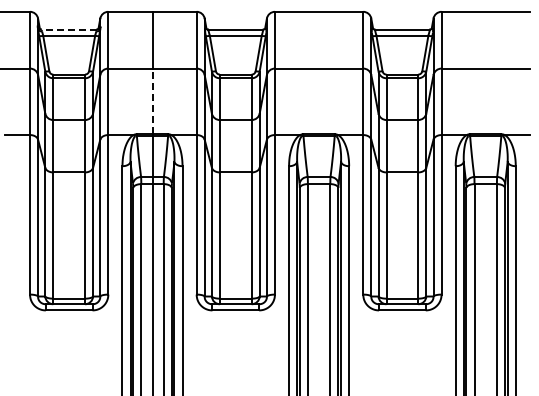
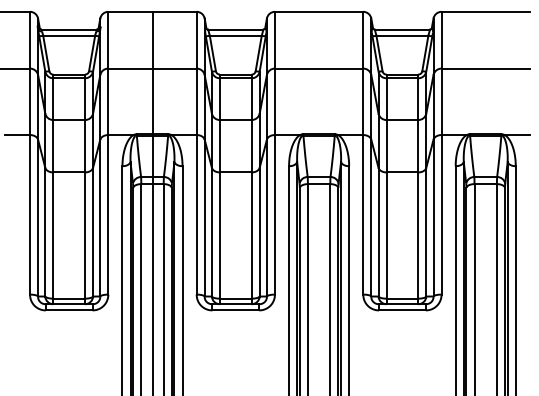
line at (69, 29): dashed -> solid
line at (152, 101): dashed -> solid
